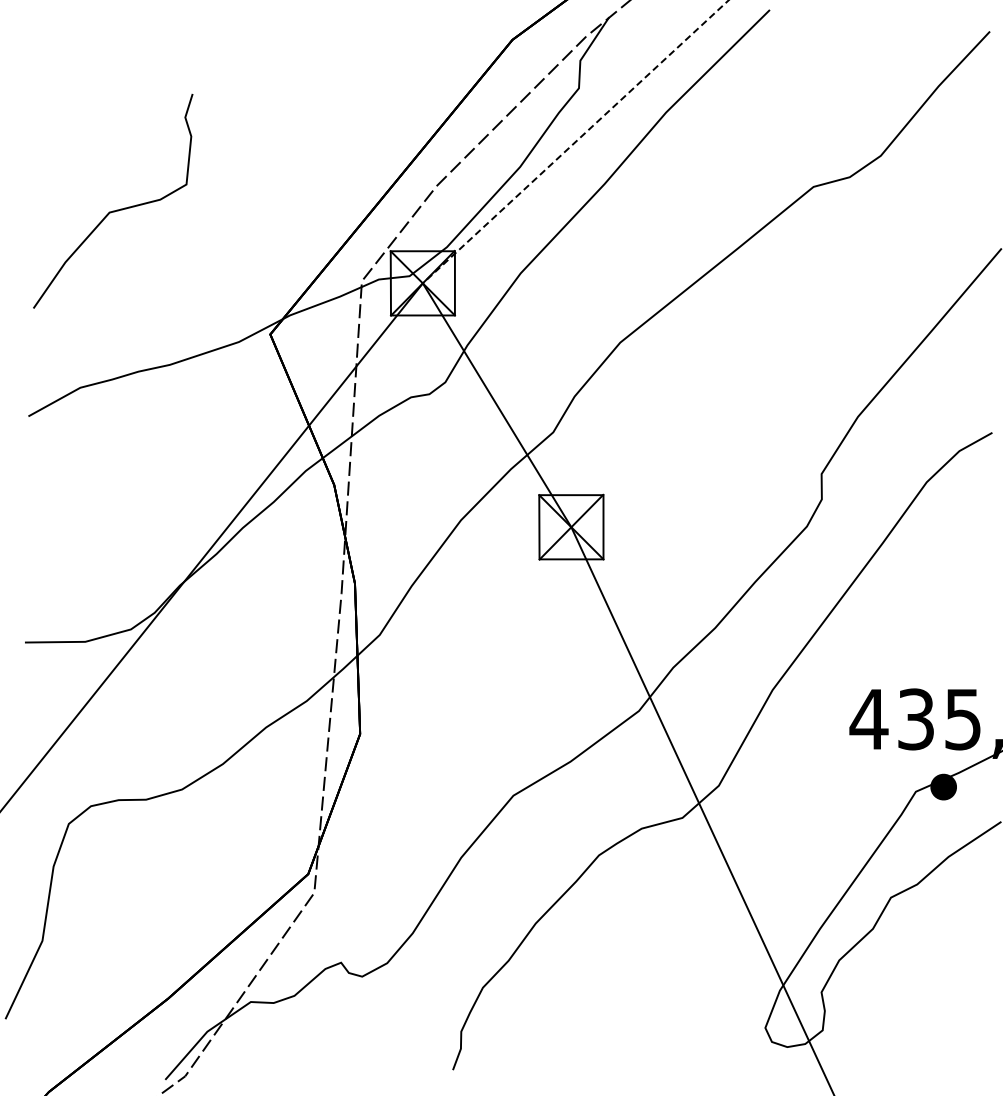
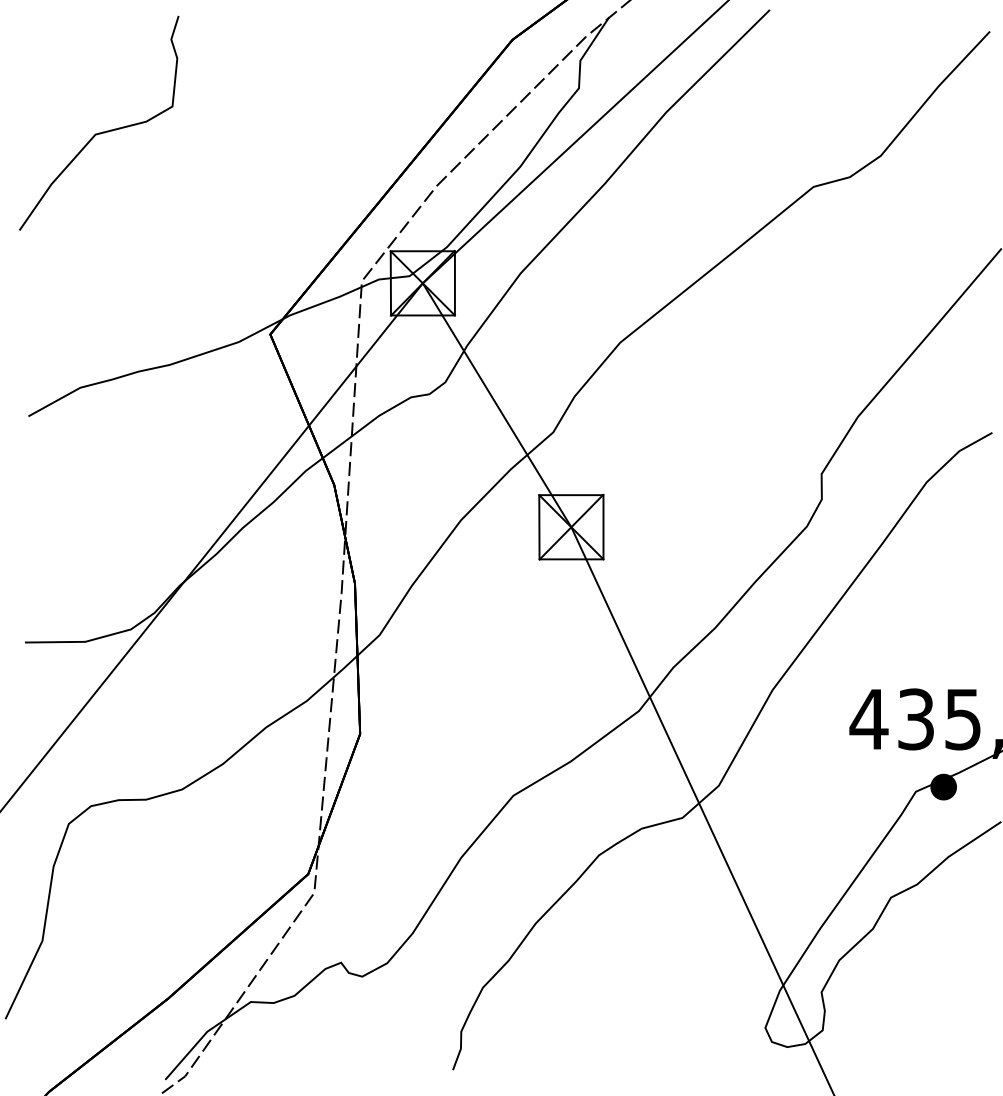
line at (575, 142): dashed -> solid
curve at (116, 209) position: (116, 209) -> (102, 131)
